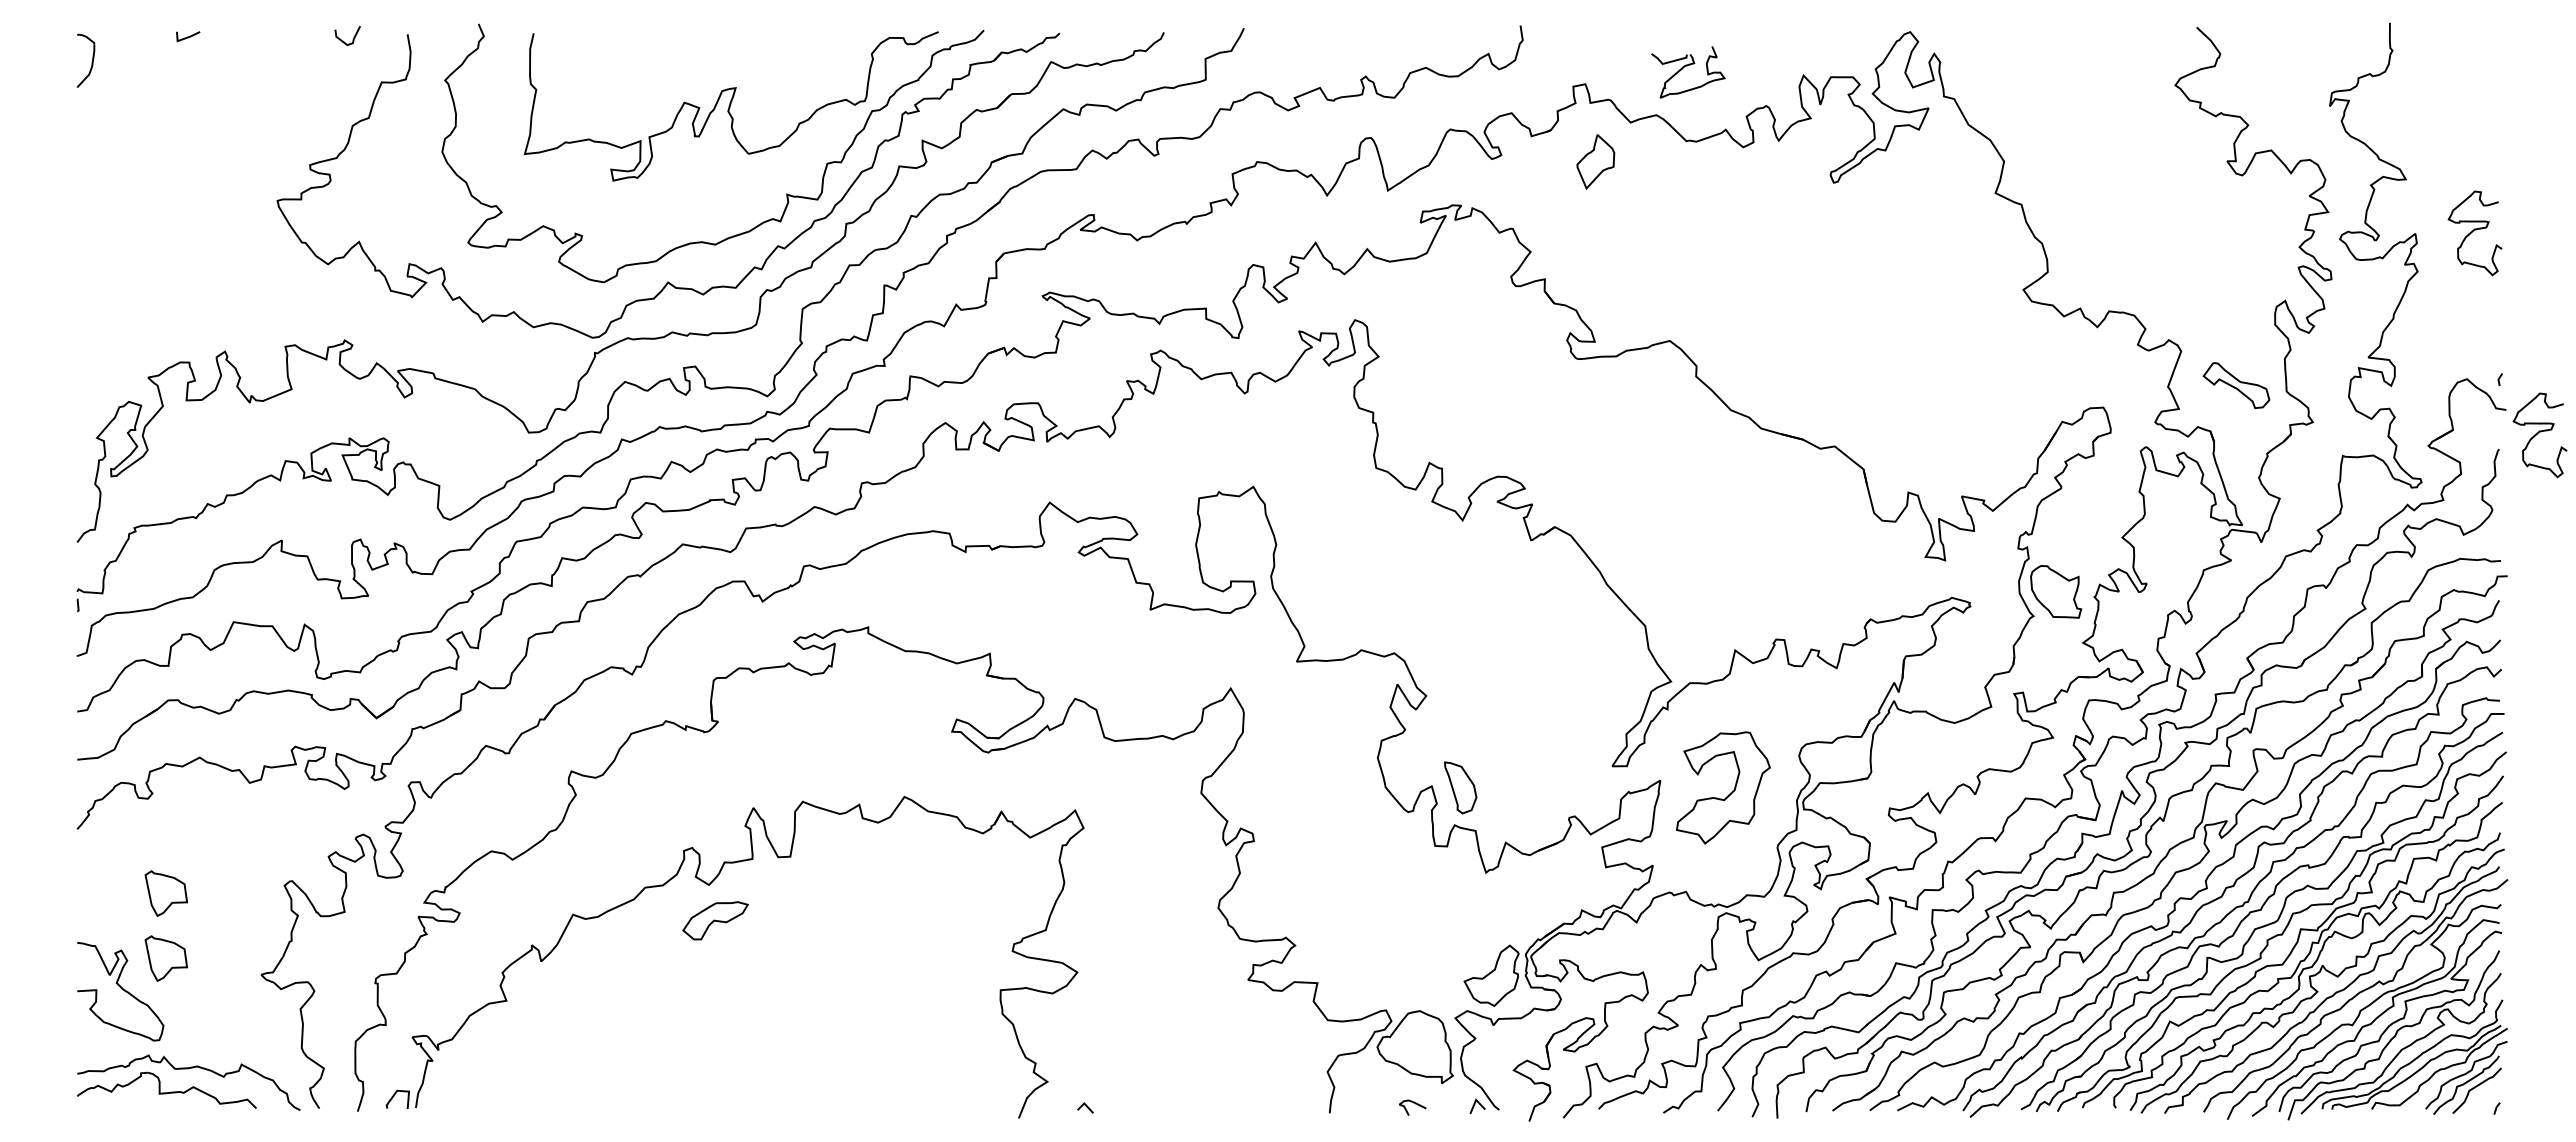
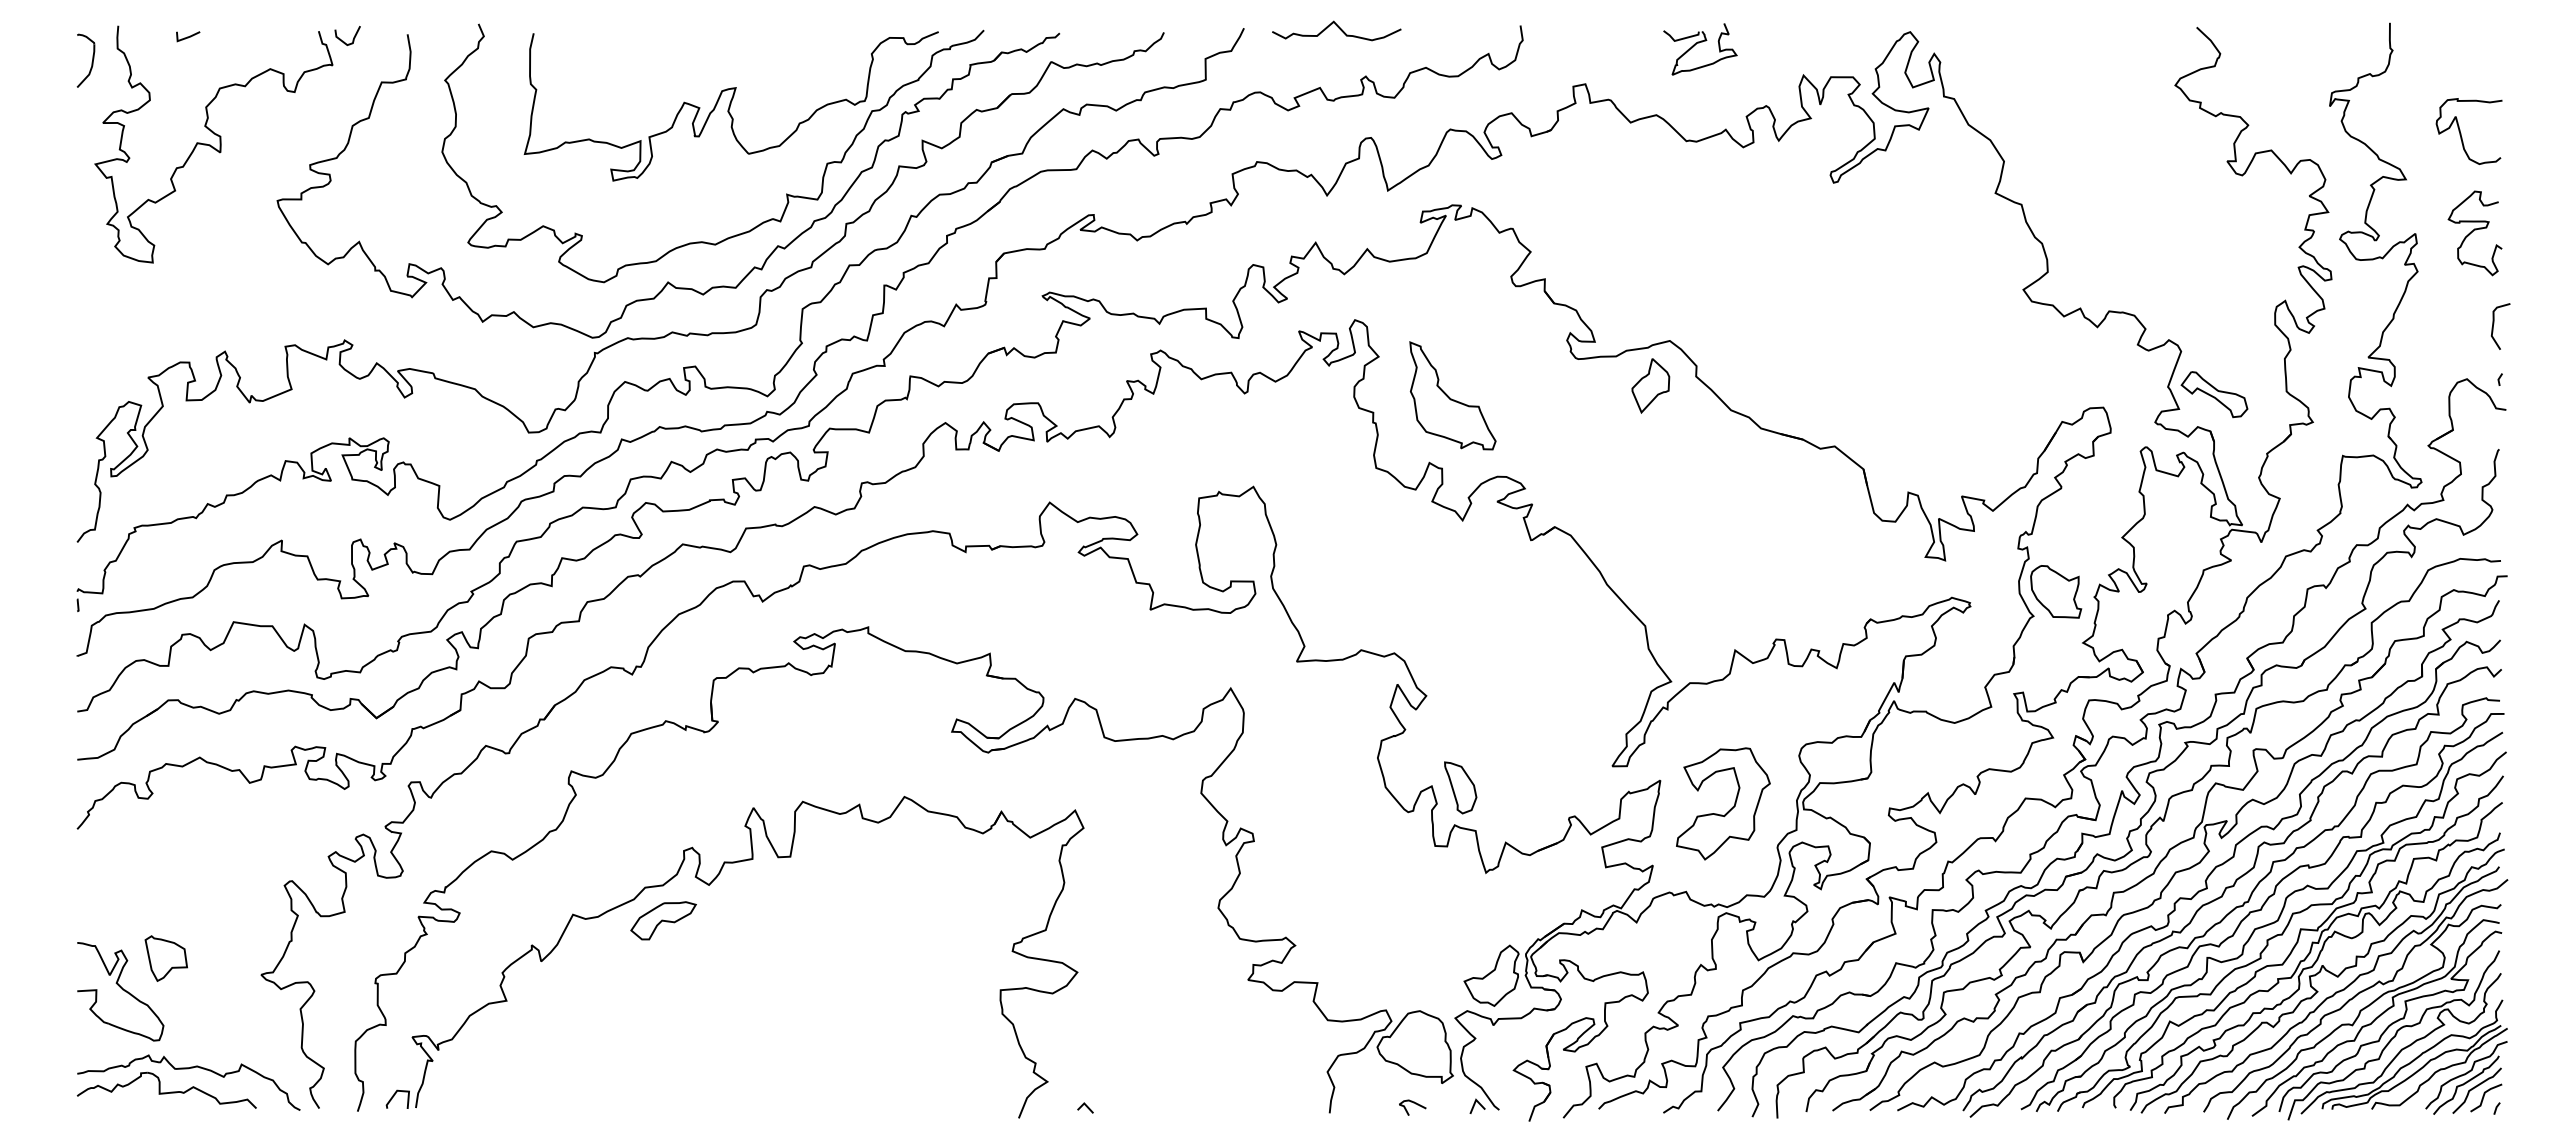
curve at (1338, 28): none -> present
part at (1687, 66) position: (1687, 66) -> (1699, 43)
curve at (2461, 133): none -> present
curve at (213, 146): none -> present
part at (1595, 161) position: (1595, 161) -> (1650, 385)
curve at (2494, 323): none -> present
part at (2236, 385) position: (2236, 385) -> (2214, 394)
part at (1452, 395): none -> present
curve at (2538, 433): present -> none
part at (1729, 793) position: (1729, 793) -> (1729, 809)
part at (165, 893): present -> none
part at (715, 920) position: (715, 920) -> (663, 920)
curve at (2484, 1097): none -> present
